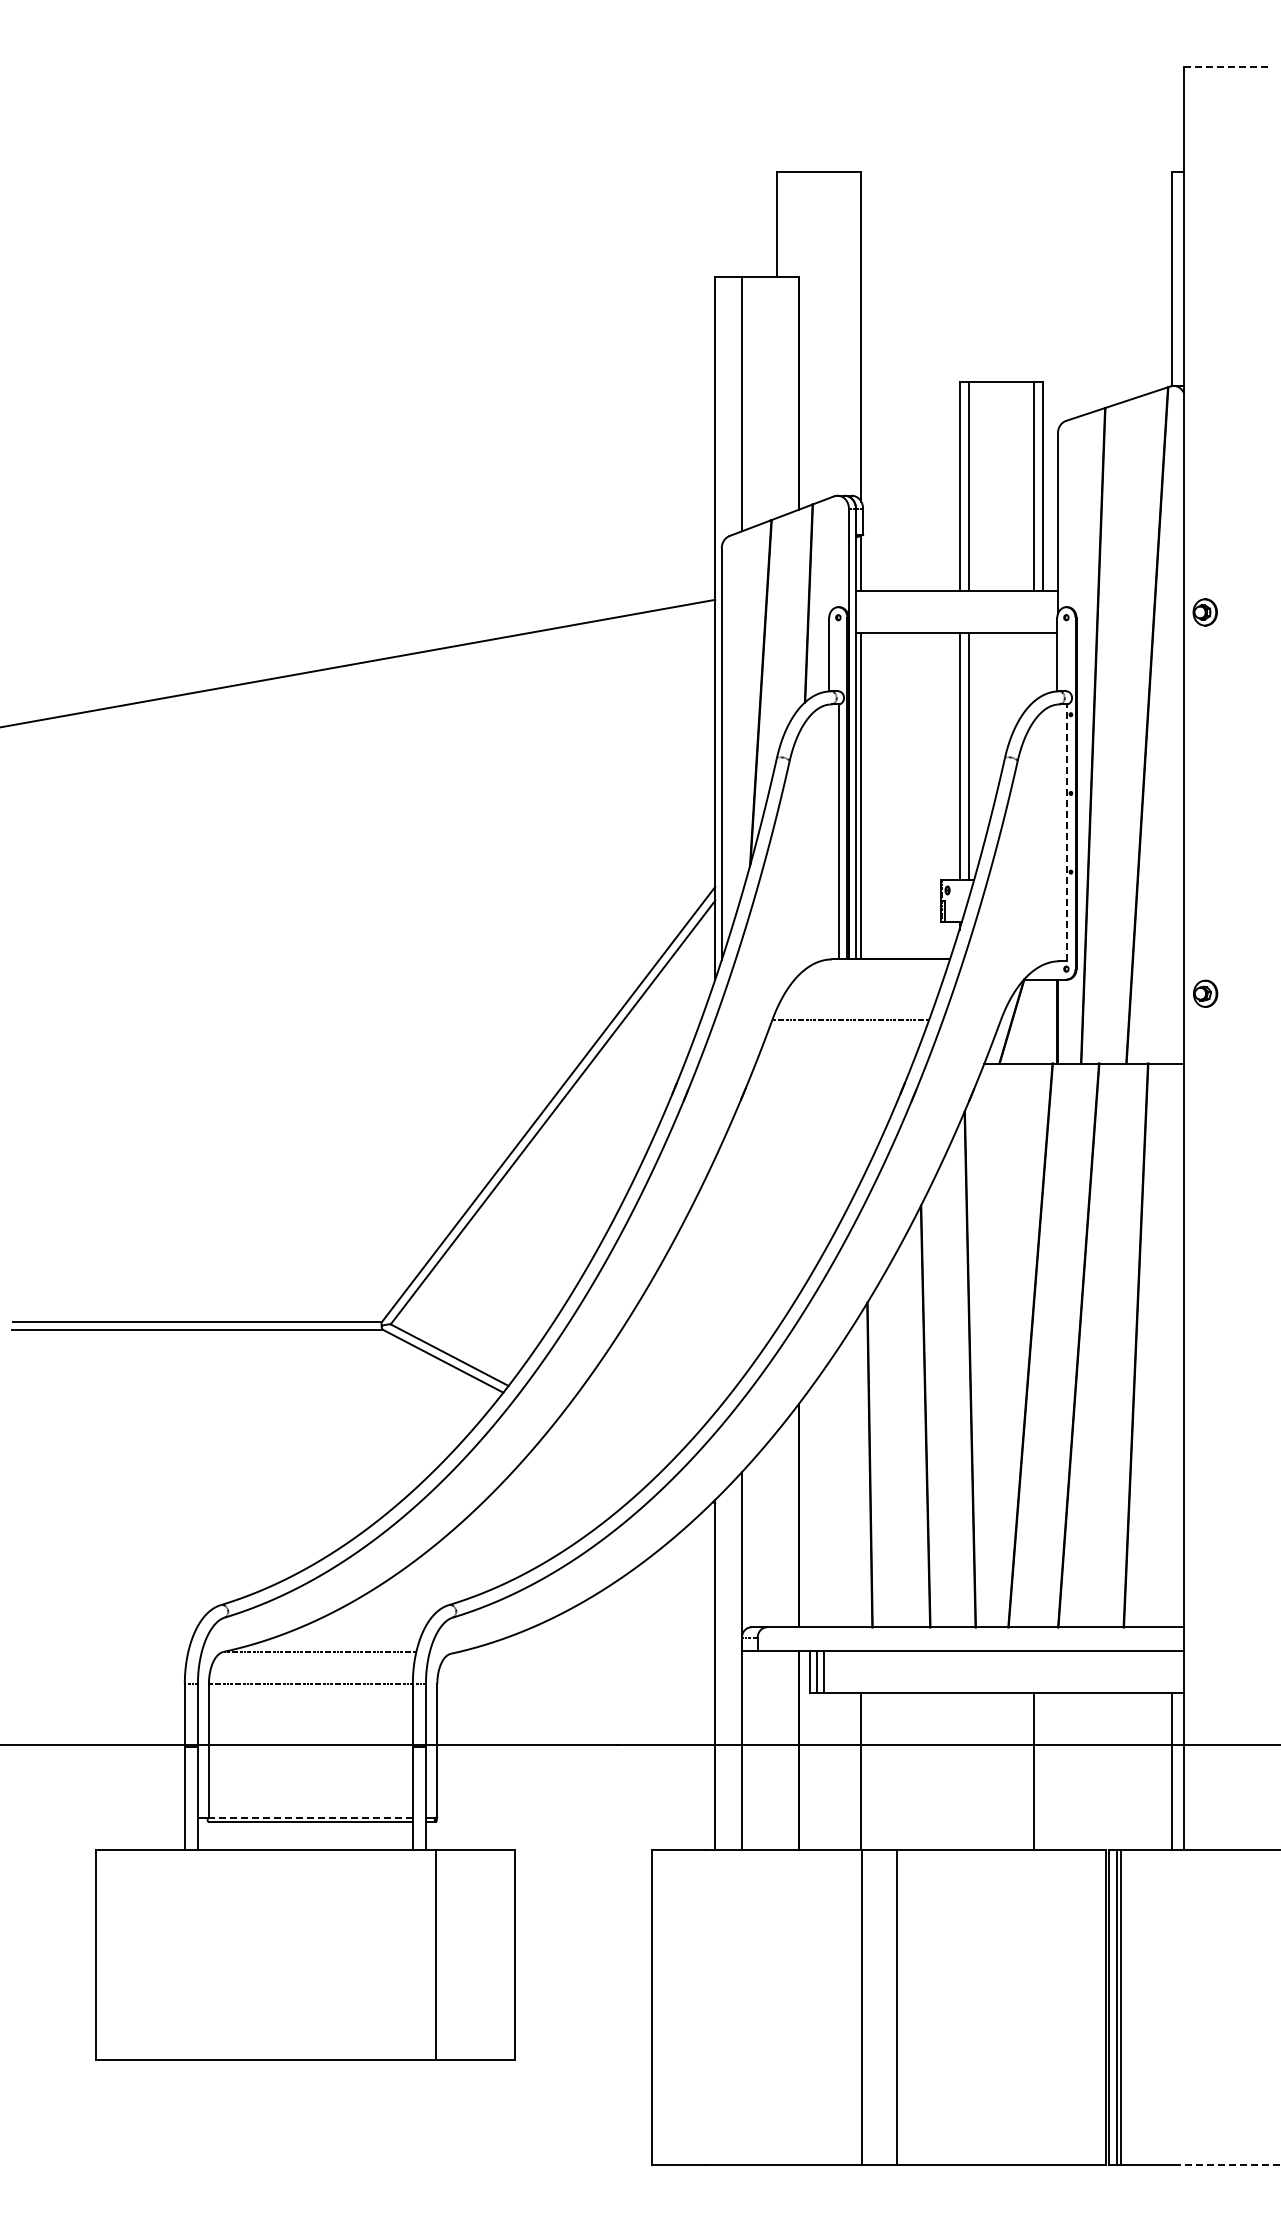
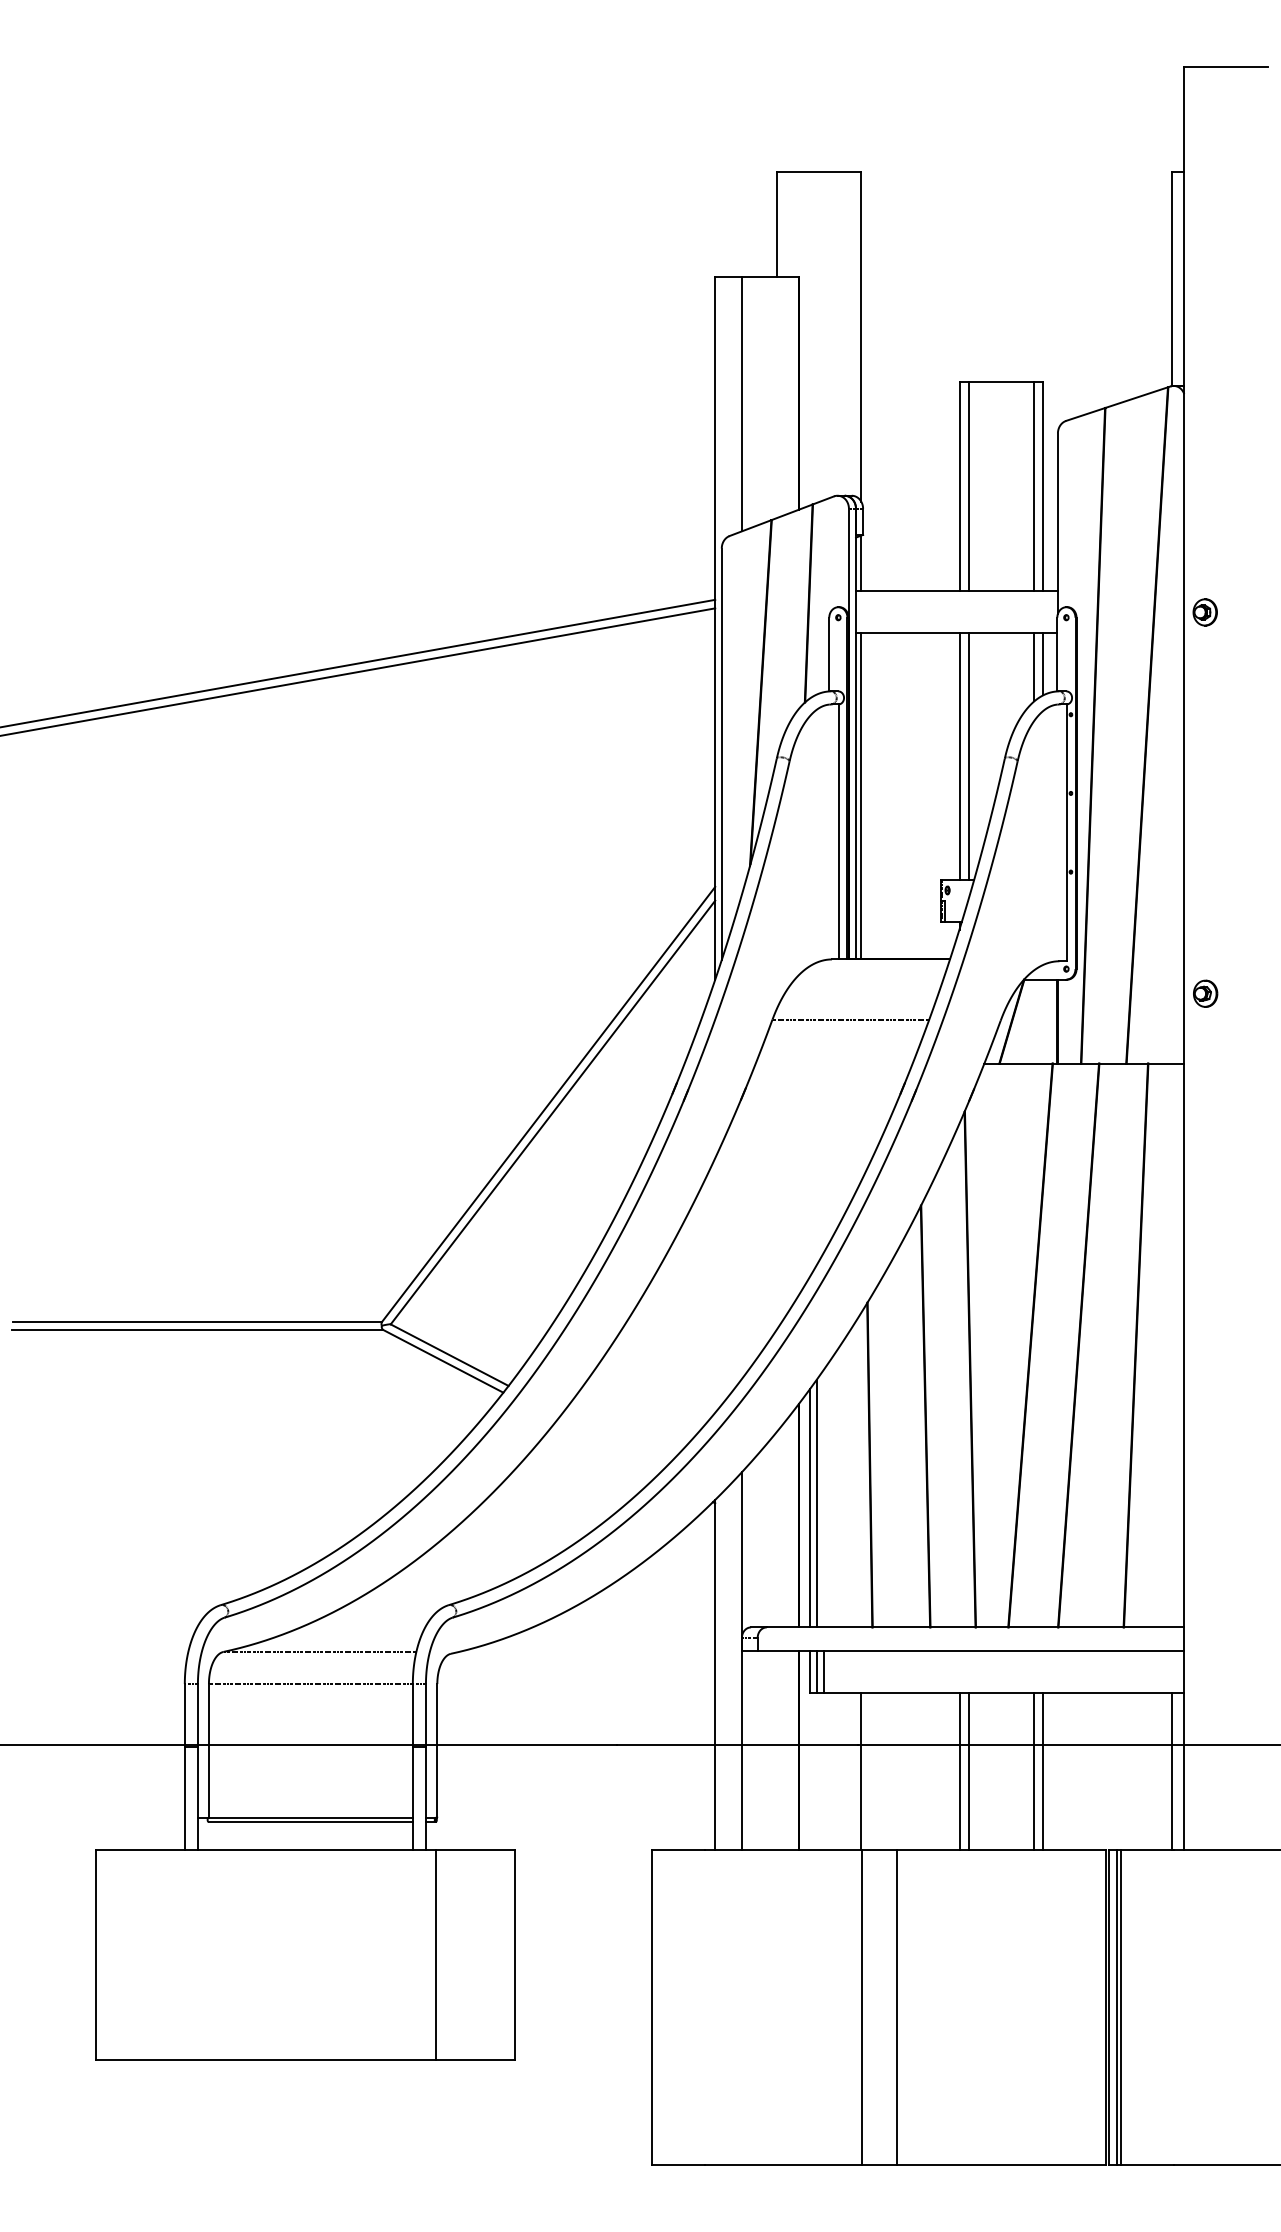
line at (1226, 66): dashed -> solid
line at (1043, 664): none -> present
line at (1034, 667): none -> present
line at (358, 671): none -> present
line at (1066, 832): dashed -> solid
line at (816, 1503): none -> present
line at (809, 1508): none -> present
line at (959, 1771): none -> present
line at (968, 1771): none -> present
line at (1043, 1771): none -> present
line at (310, 1817): dashed -> solid
line at (1227, 2165): dashed -> solid
